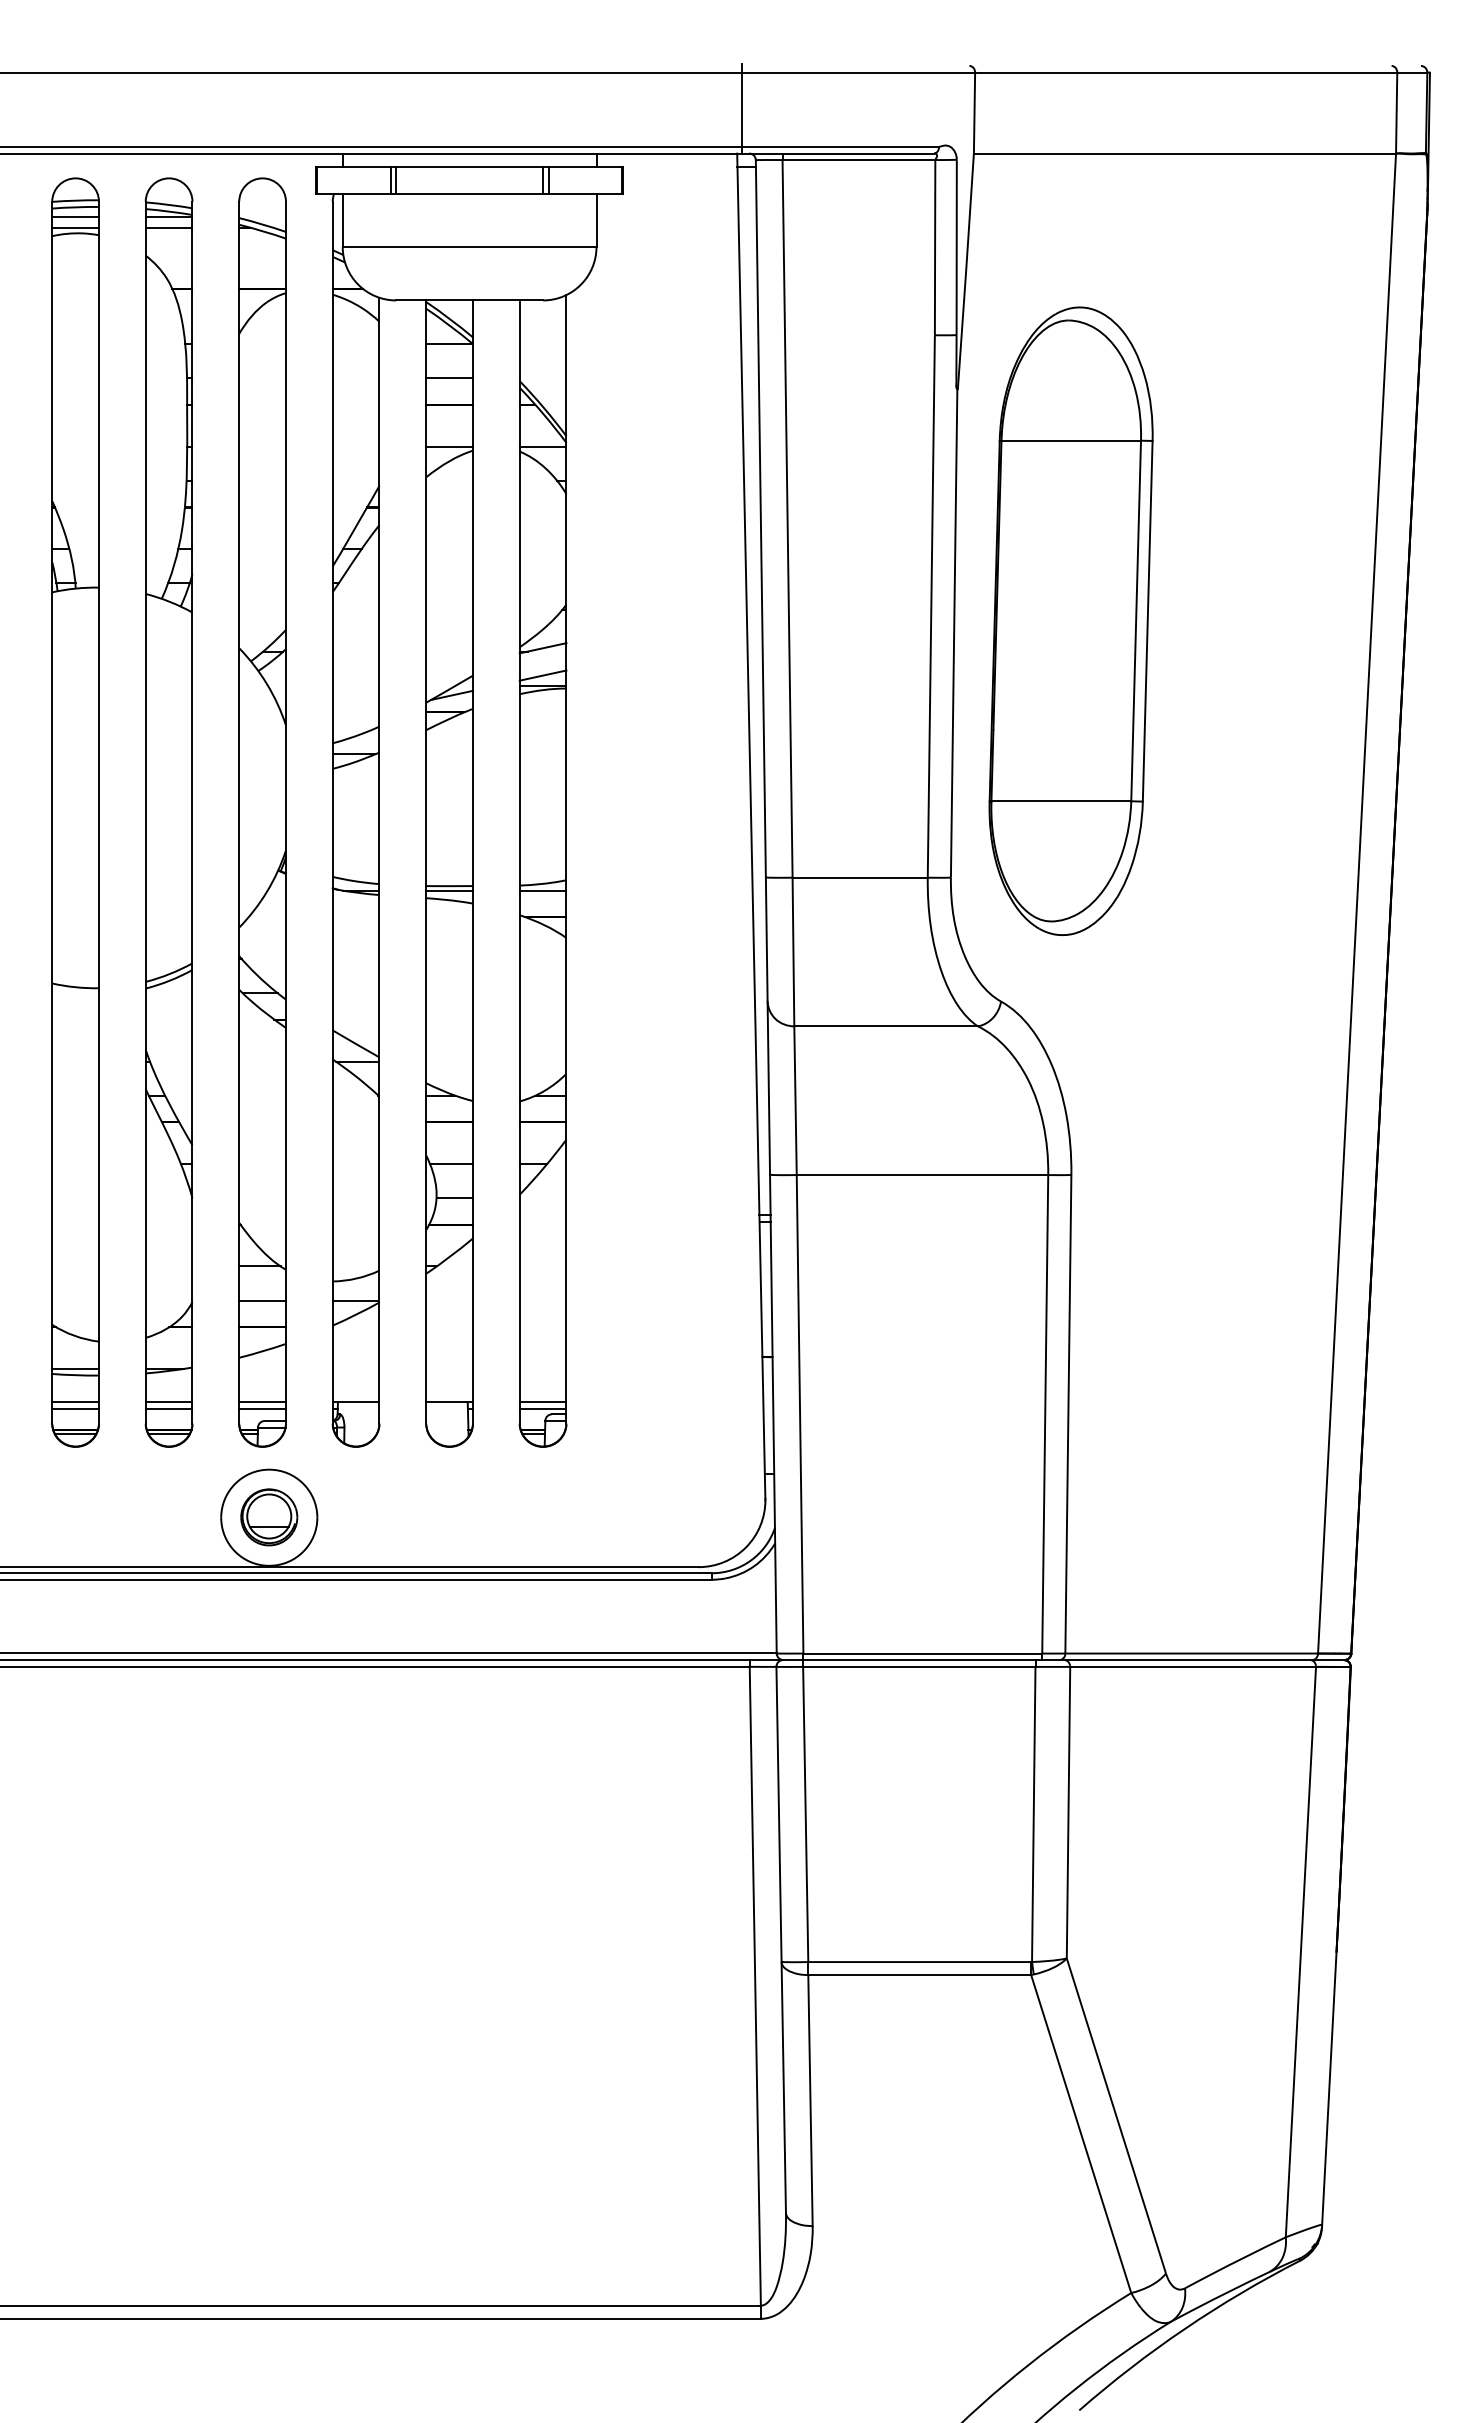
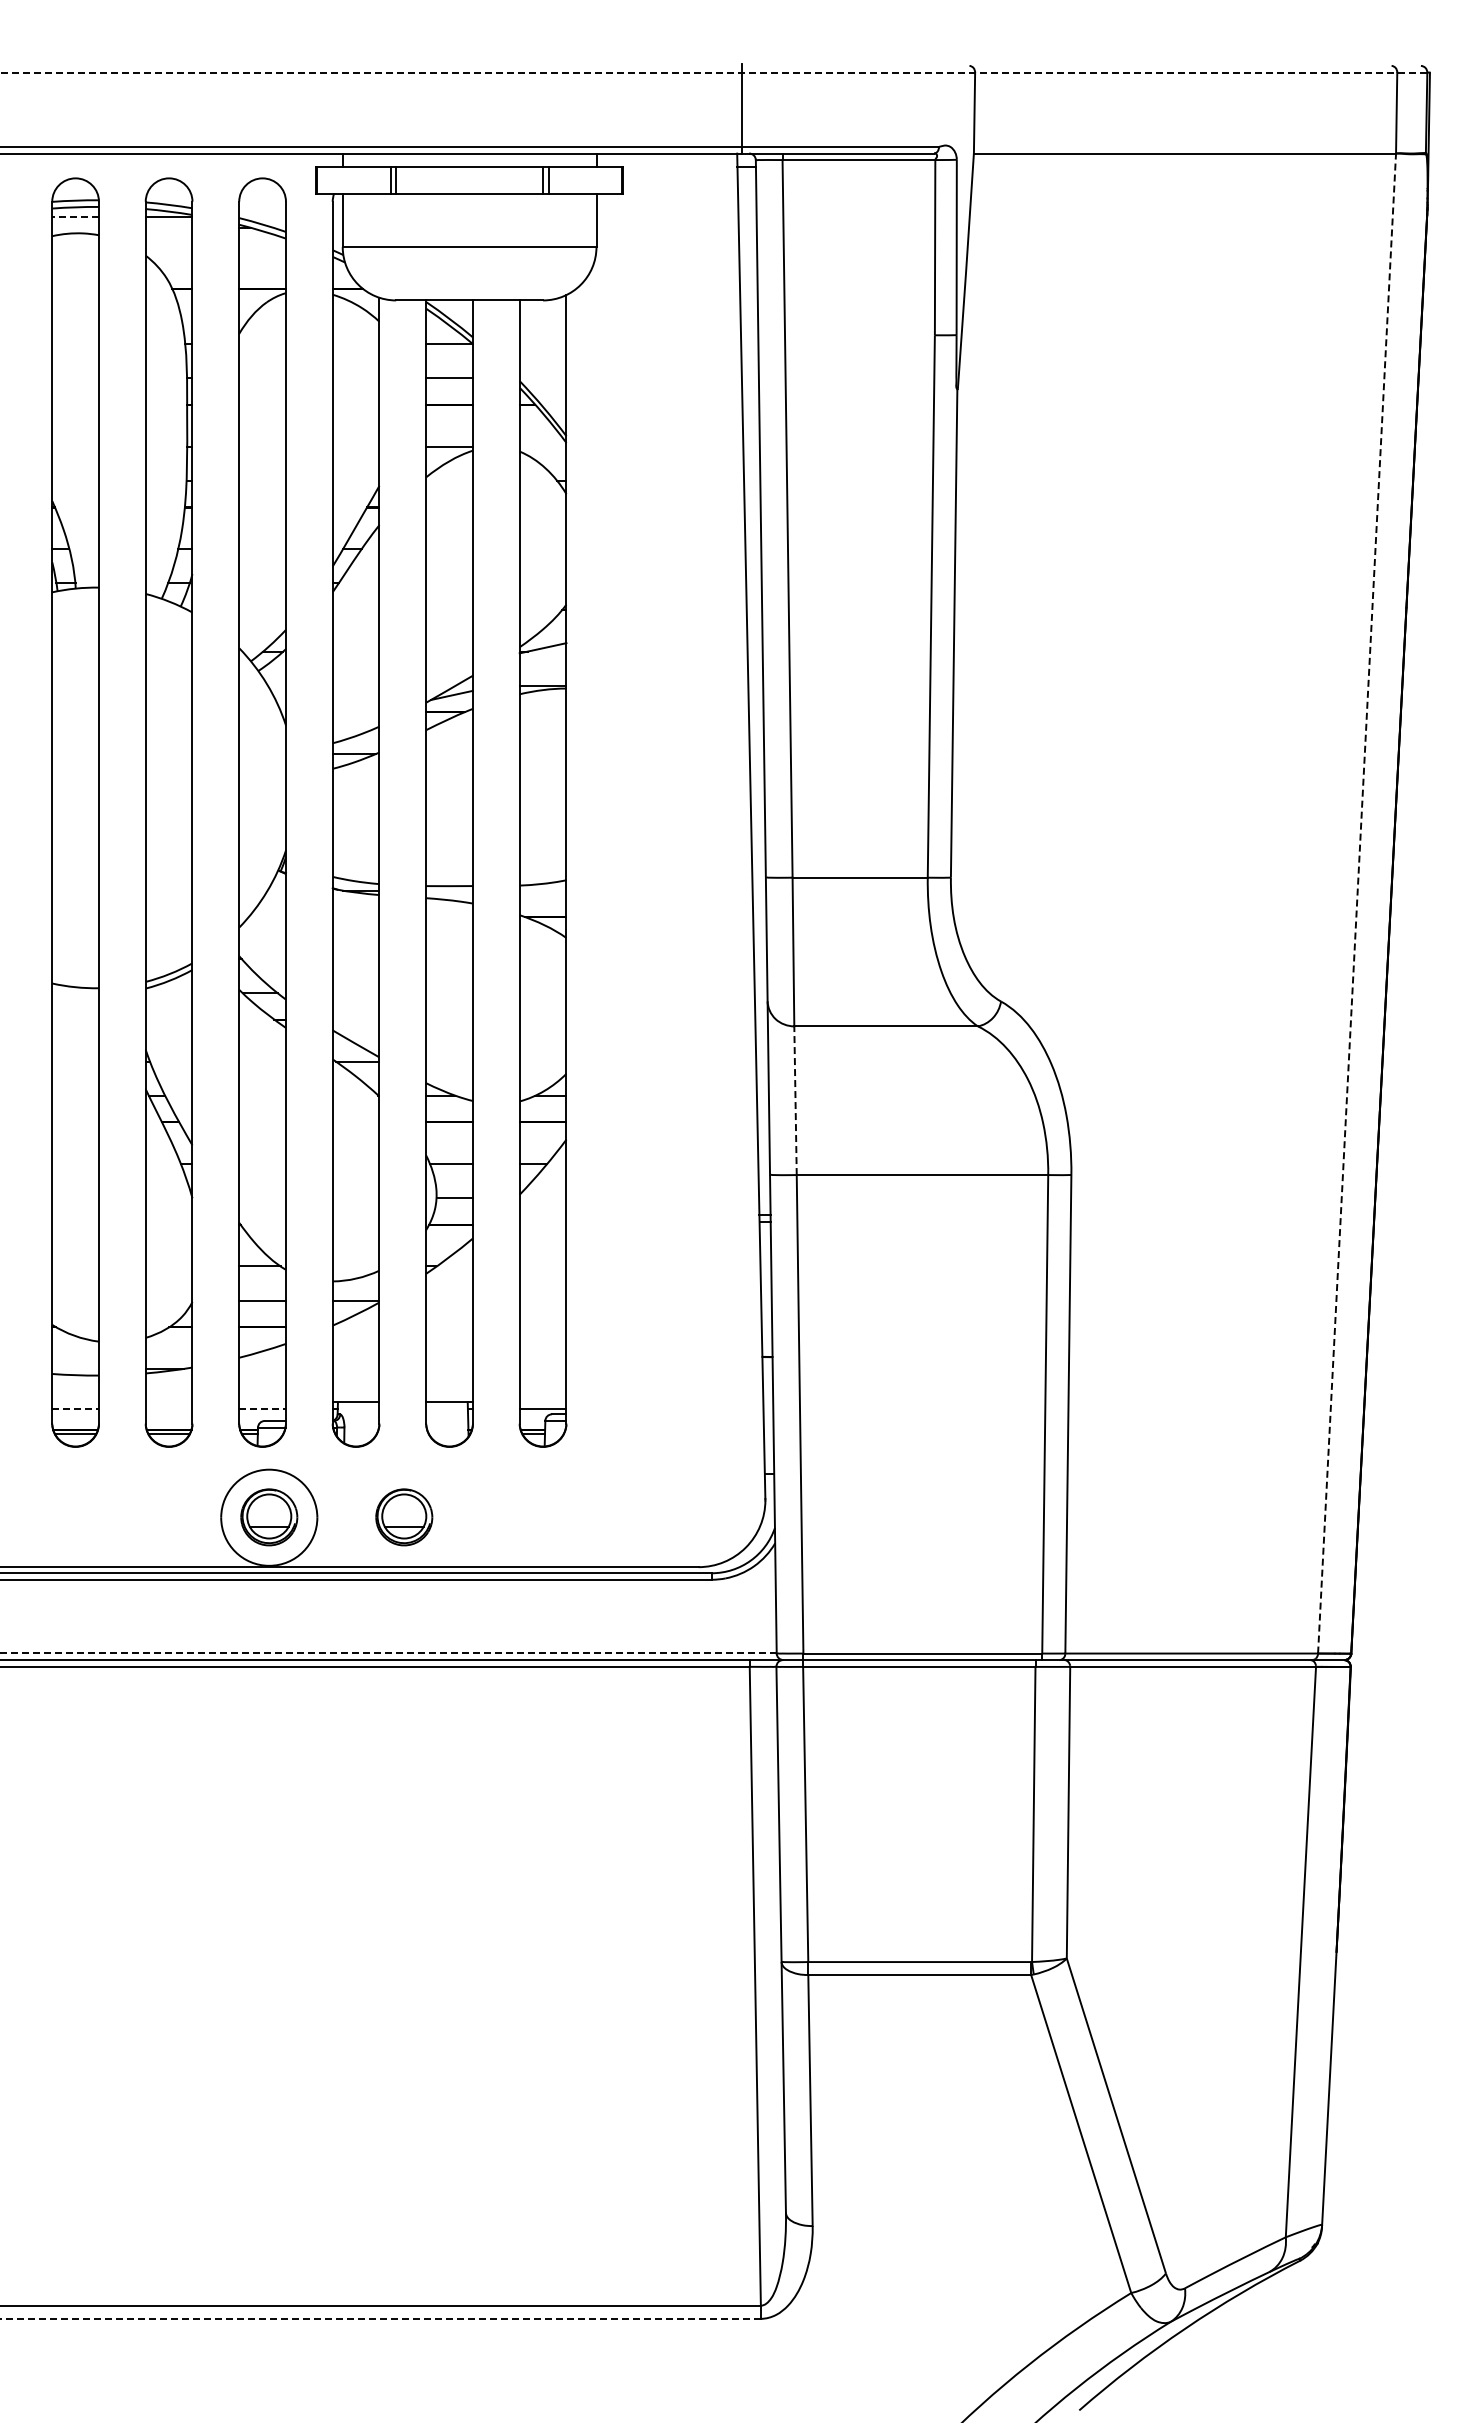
line at (713, 72): solid -> dashed
line at (75, 217): solid -> dashed
line at (75, 227): present -> none
line at (168, 227): present -> none
line at (542, 446): present -> none
part at (1070, 620): present -> none
line at (542, 675): present -> none
line at (449, 890): present -> none
line at (542, 890): present -> none
line at (1357, 903): solid -> dashed
line at (795, 1100): solid -> dashed
line at (75, 1368): present -> none
line at (75, 1402): present -> none
line at (168, 1402): present -> none
line at (262, 1402): present -> none
line at (542, 1402): present -> none
line at (76, 1408): solid -> dashed
line at (168, 1408): present -> none
line at (263, 1408): solid -> dashed
part at (404, 1517): none -> present
line at (388, 1653): solid -> dashed
line at (380, 2318): solid -> dashed
